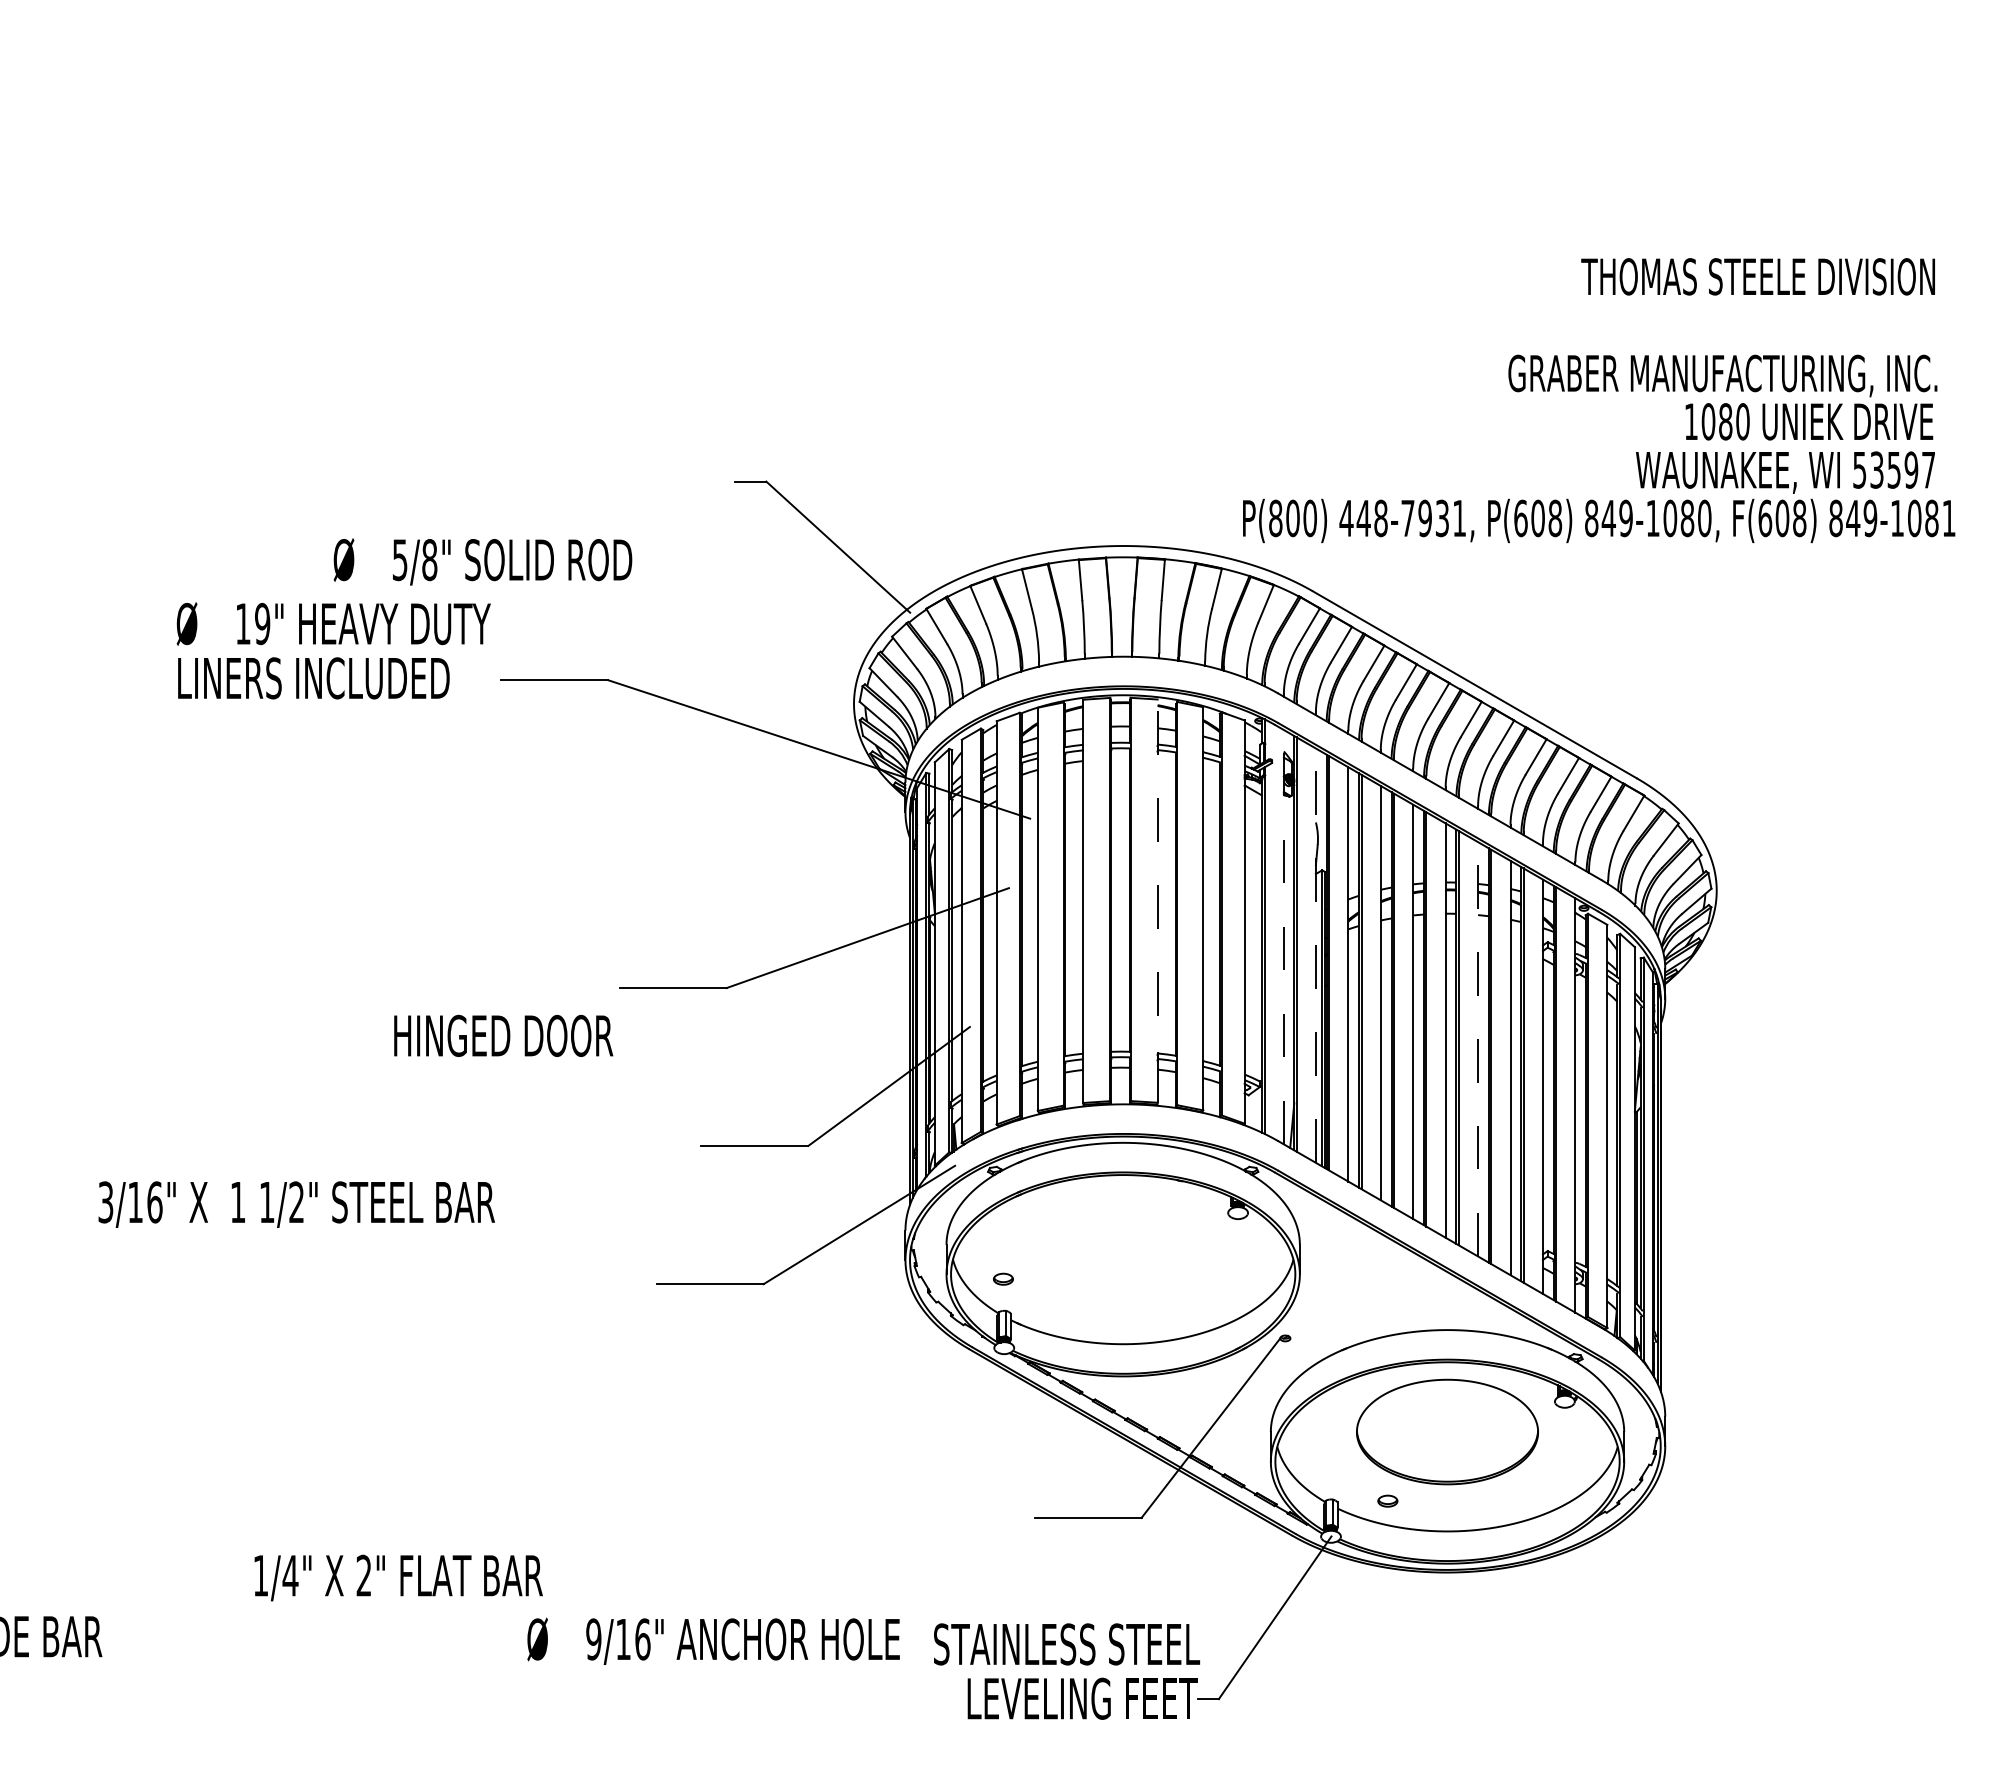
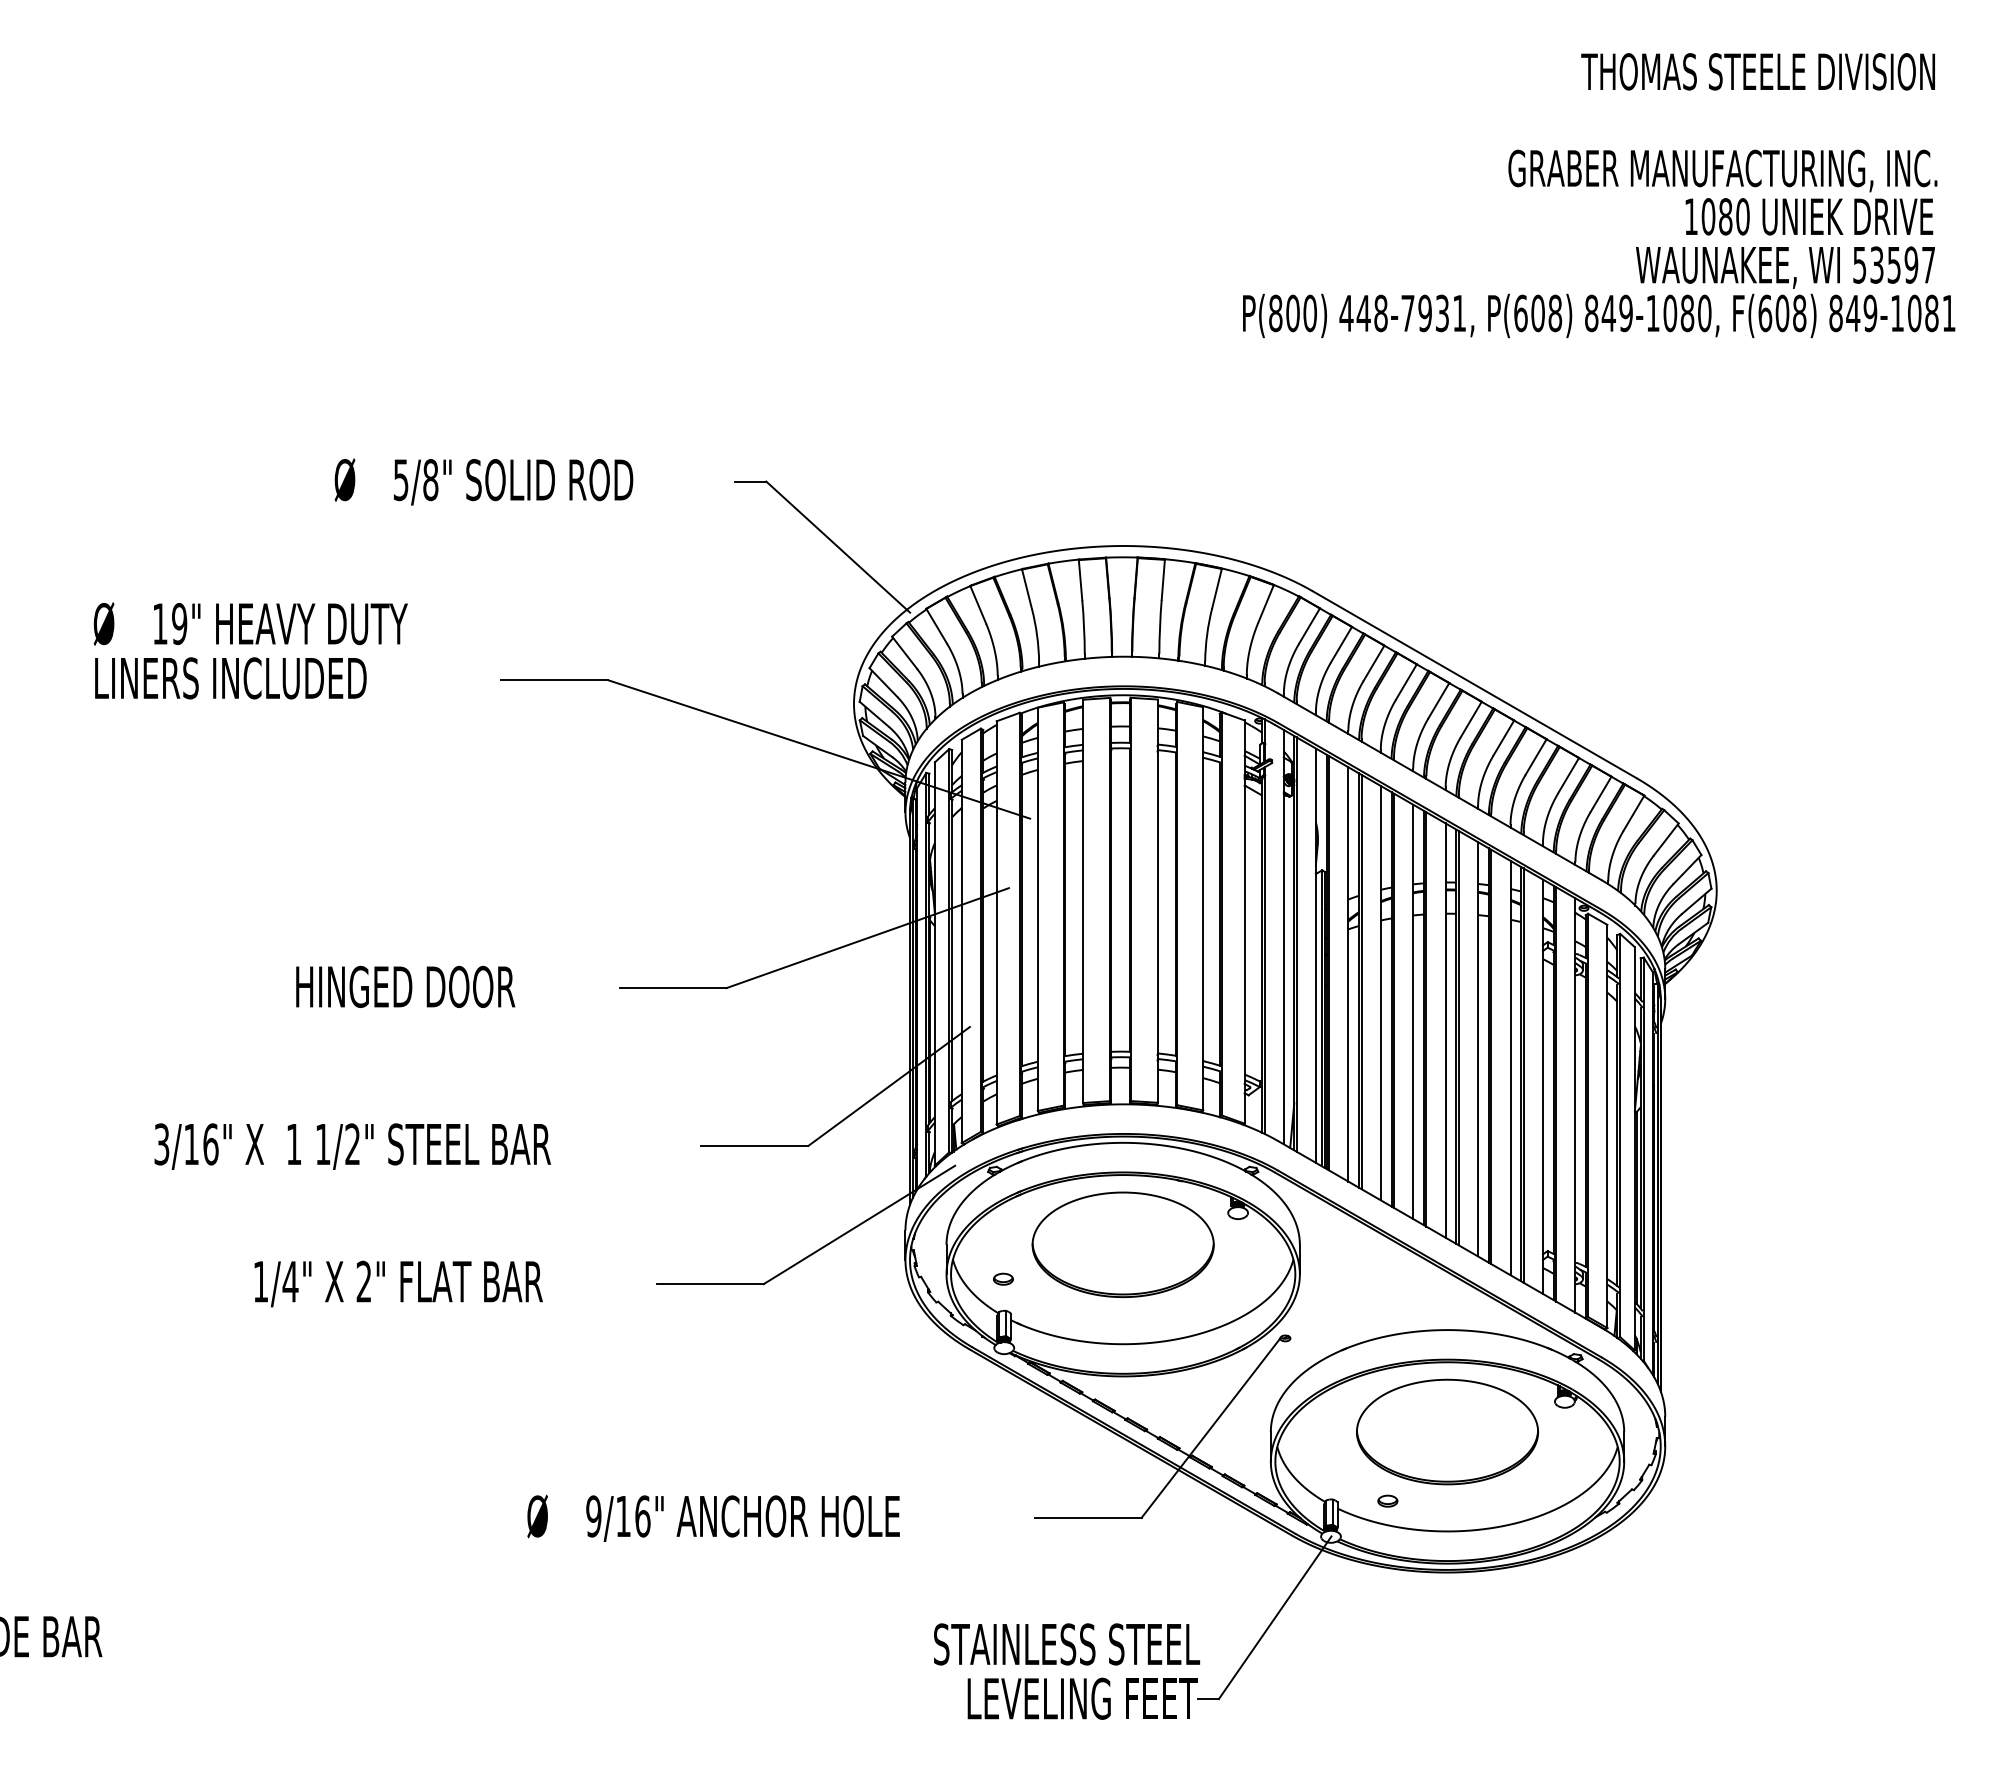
text at (1599, 400) position: (1599, 400) -> (1599, 195)
text at (482, 561) position: (482, 561) -> (483, 481)
text at (333, 650) position: (333, 650) -> (250, 650)
line at (1157, 901): dashed -> solid
line at (1283, 936): dashed -> solid
line at (1315, 955): dashed -> solid
text at (503, 1035) position: (503, 1035) -> (405, 986)
line at (1478, 1048): dashed -> solid
text at (296, 1204) position: (296, 1204) -> (352, 1146)
part at (1122, 1244): none -> present
text at (398, 1577) position: (398, 1577) -> (398, 1283)
text at (713, 1640) position: (713, 1640) -> (713, 1517)
